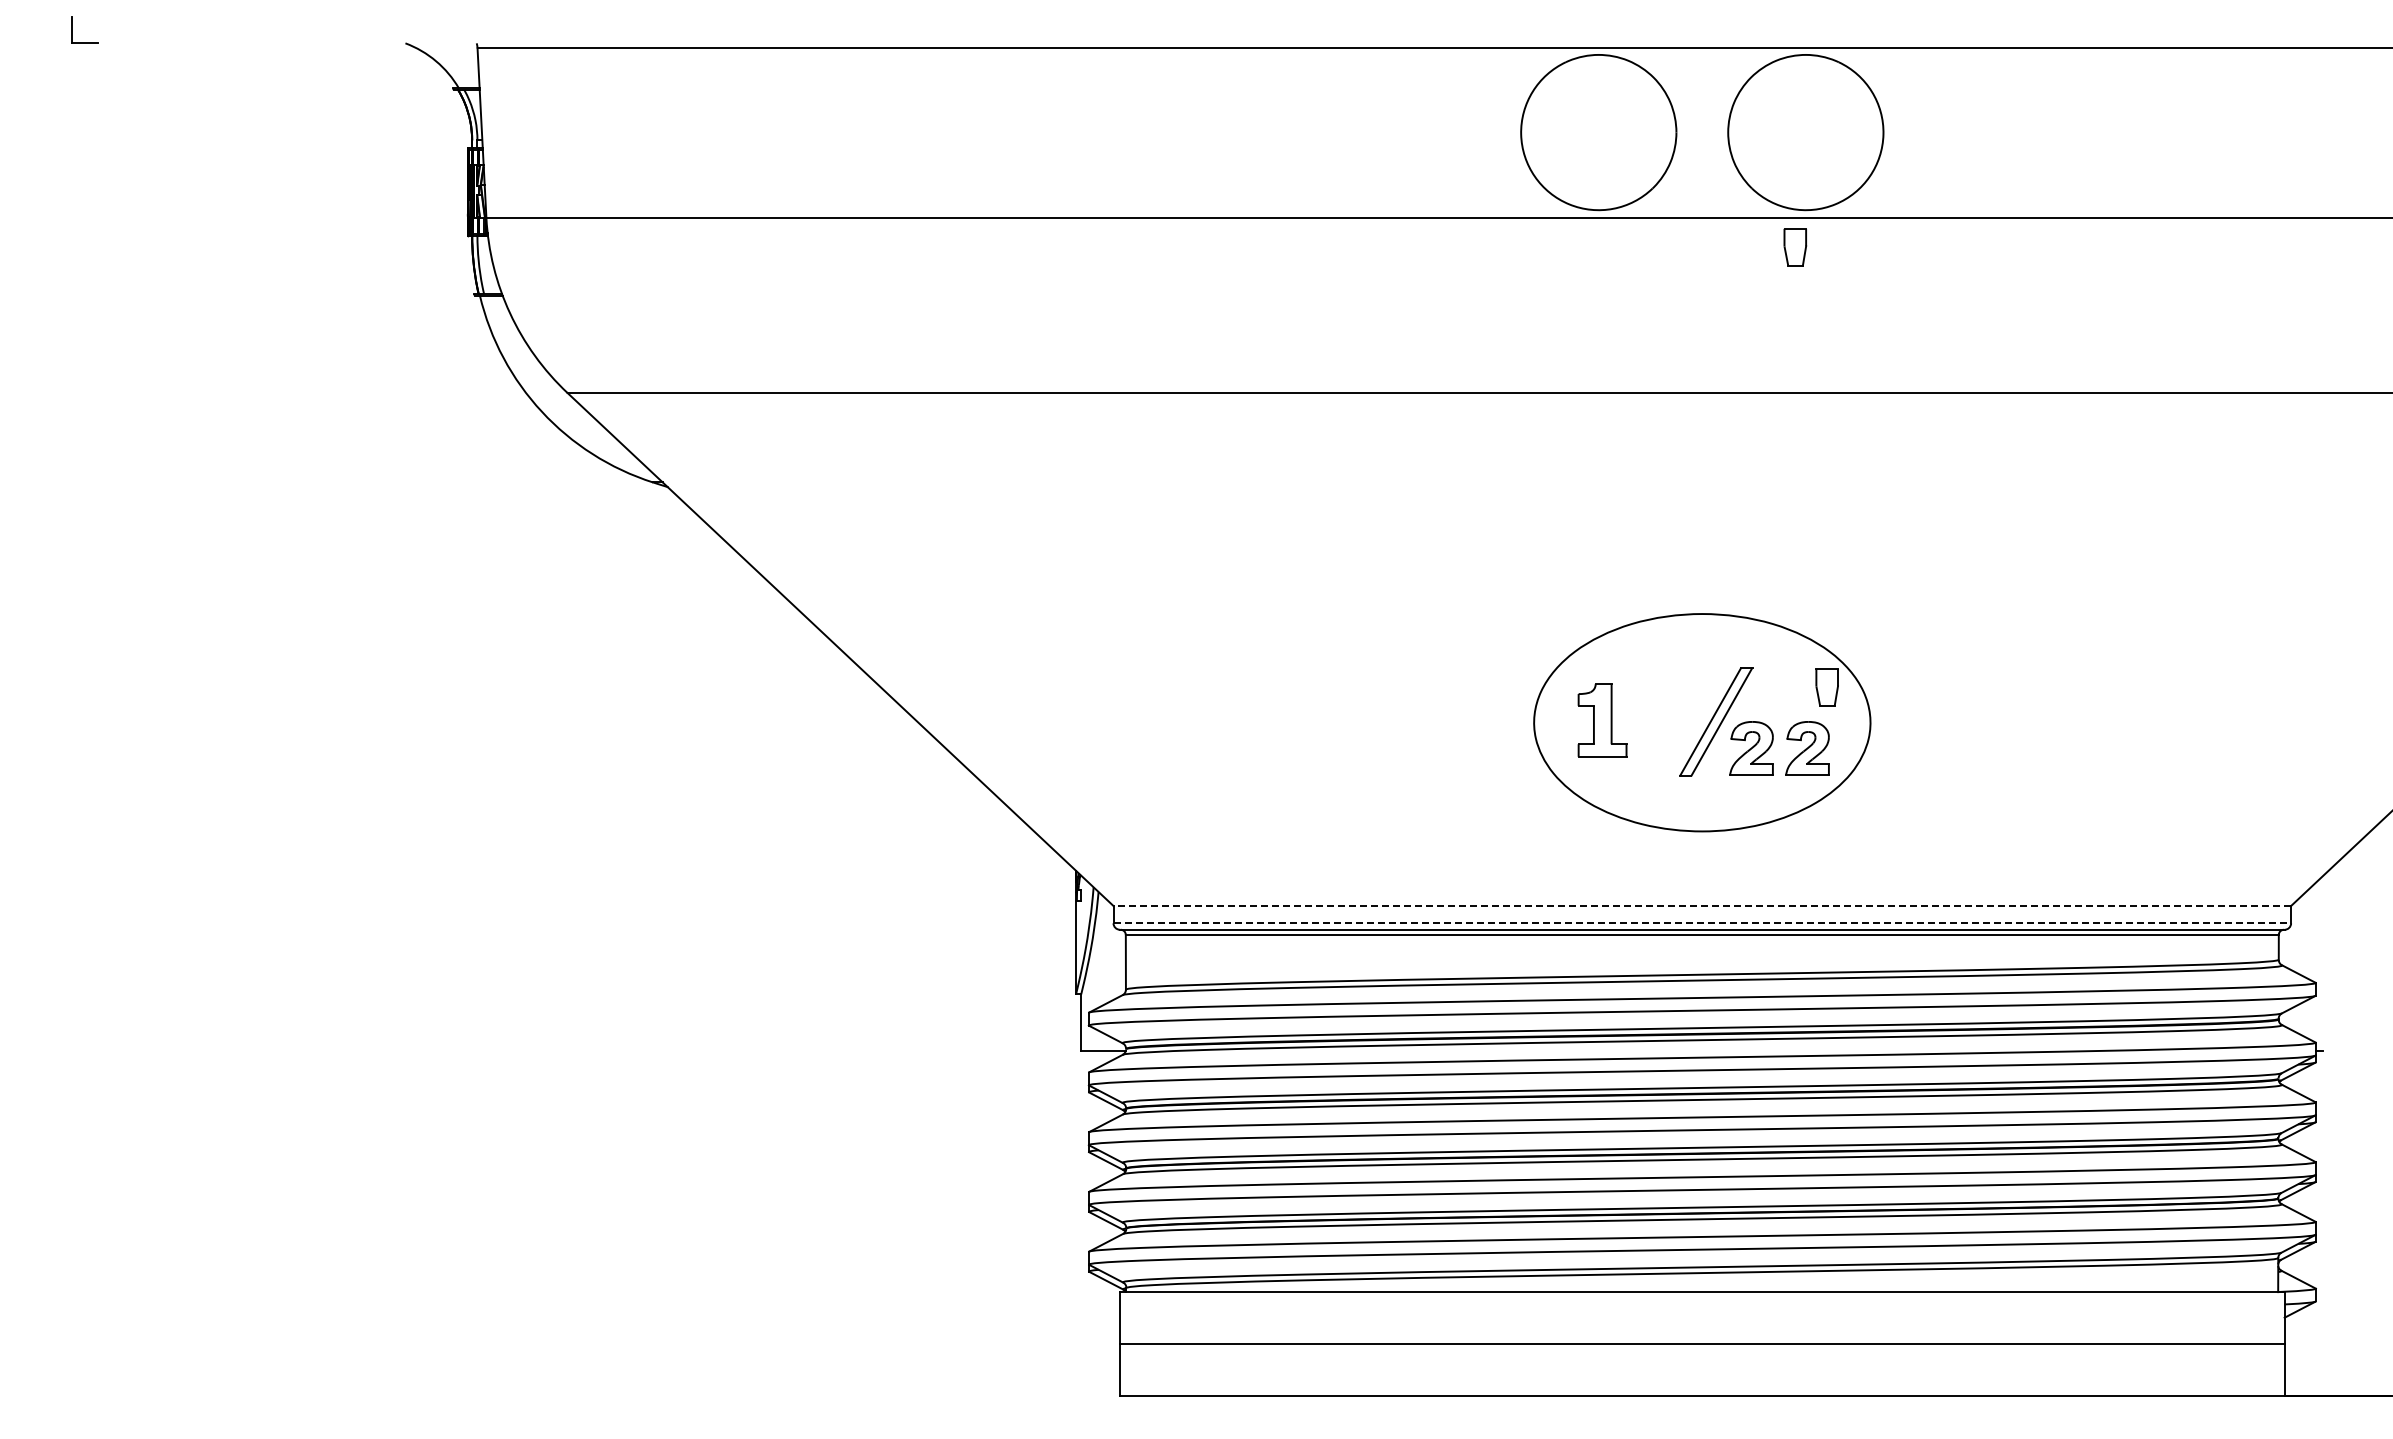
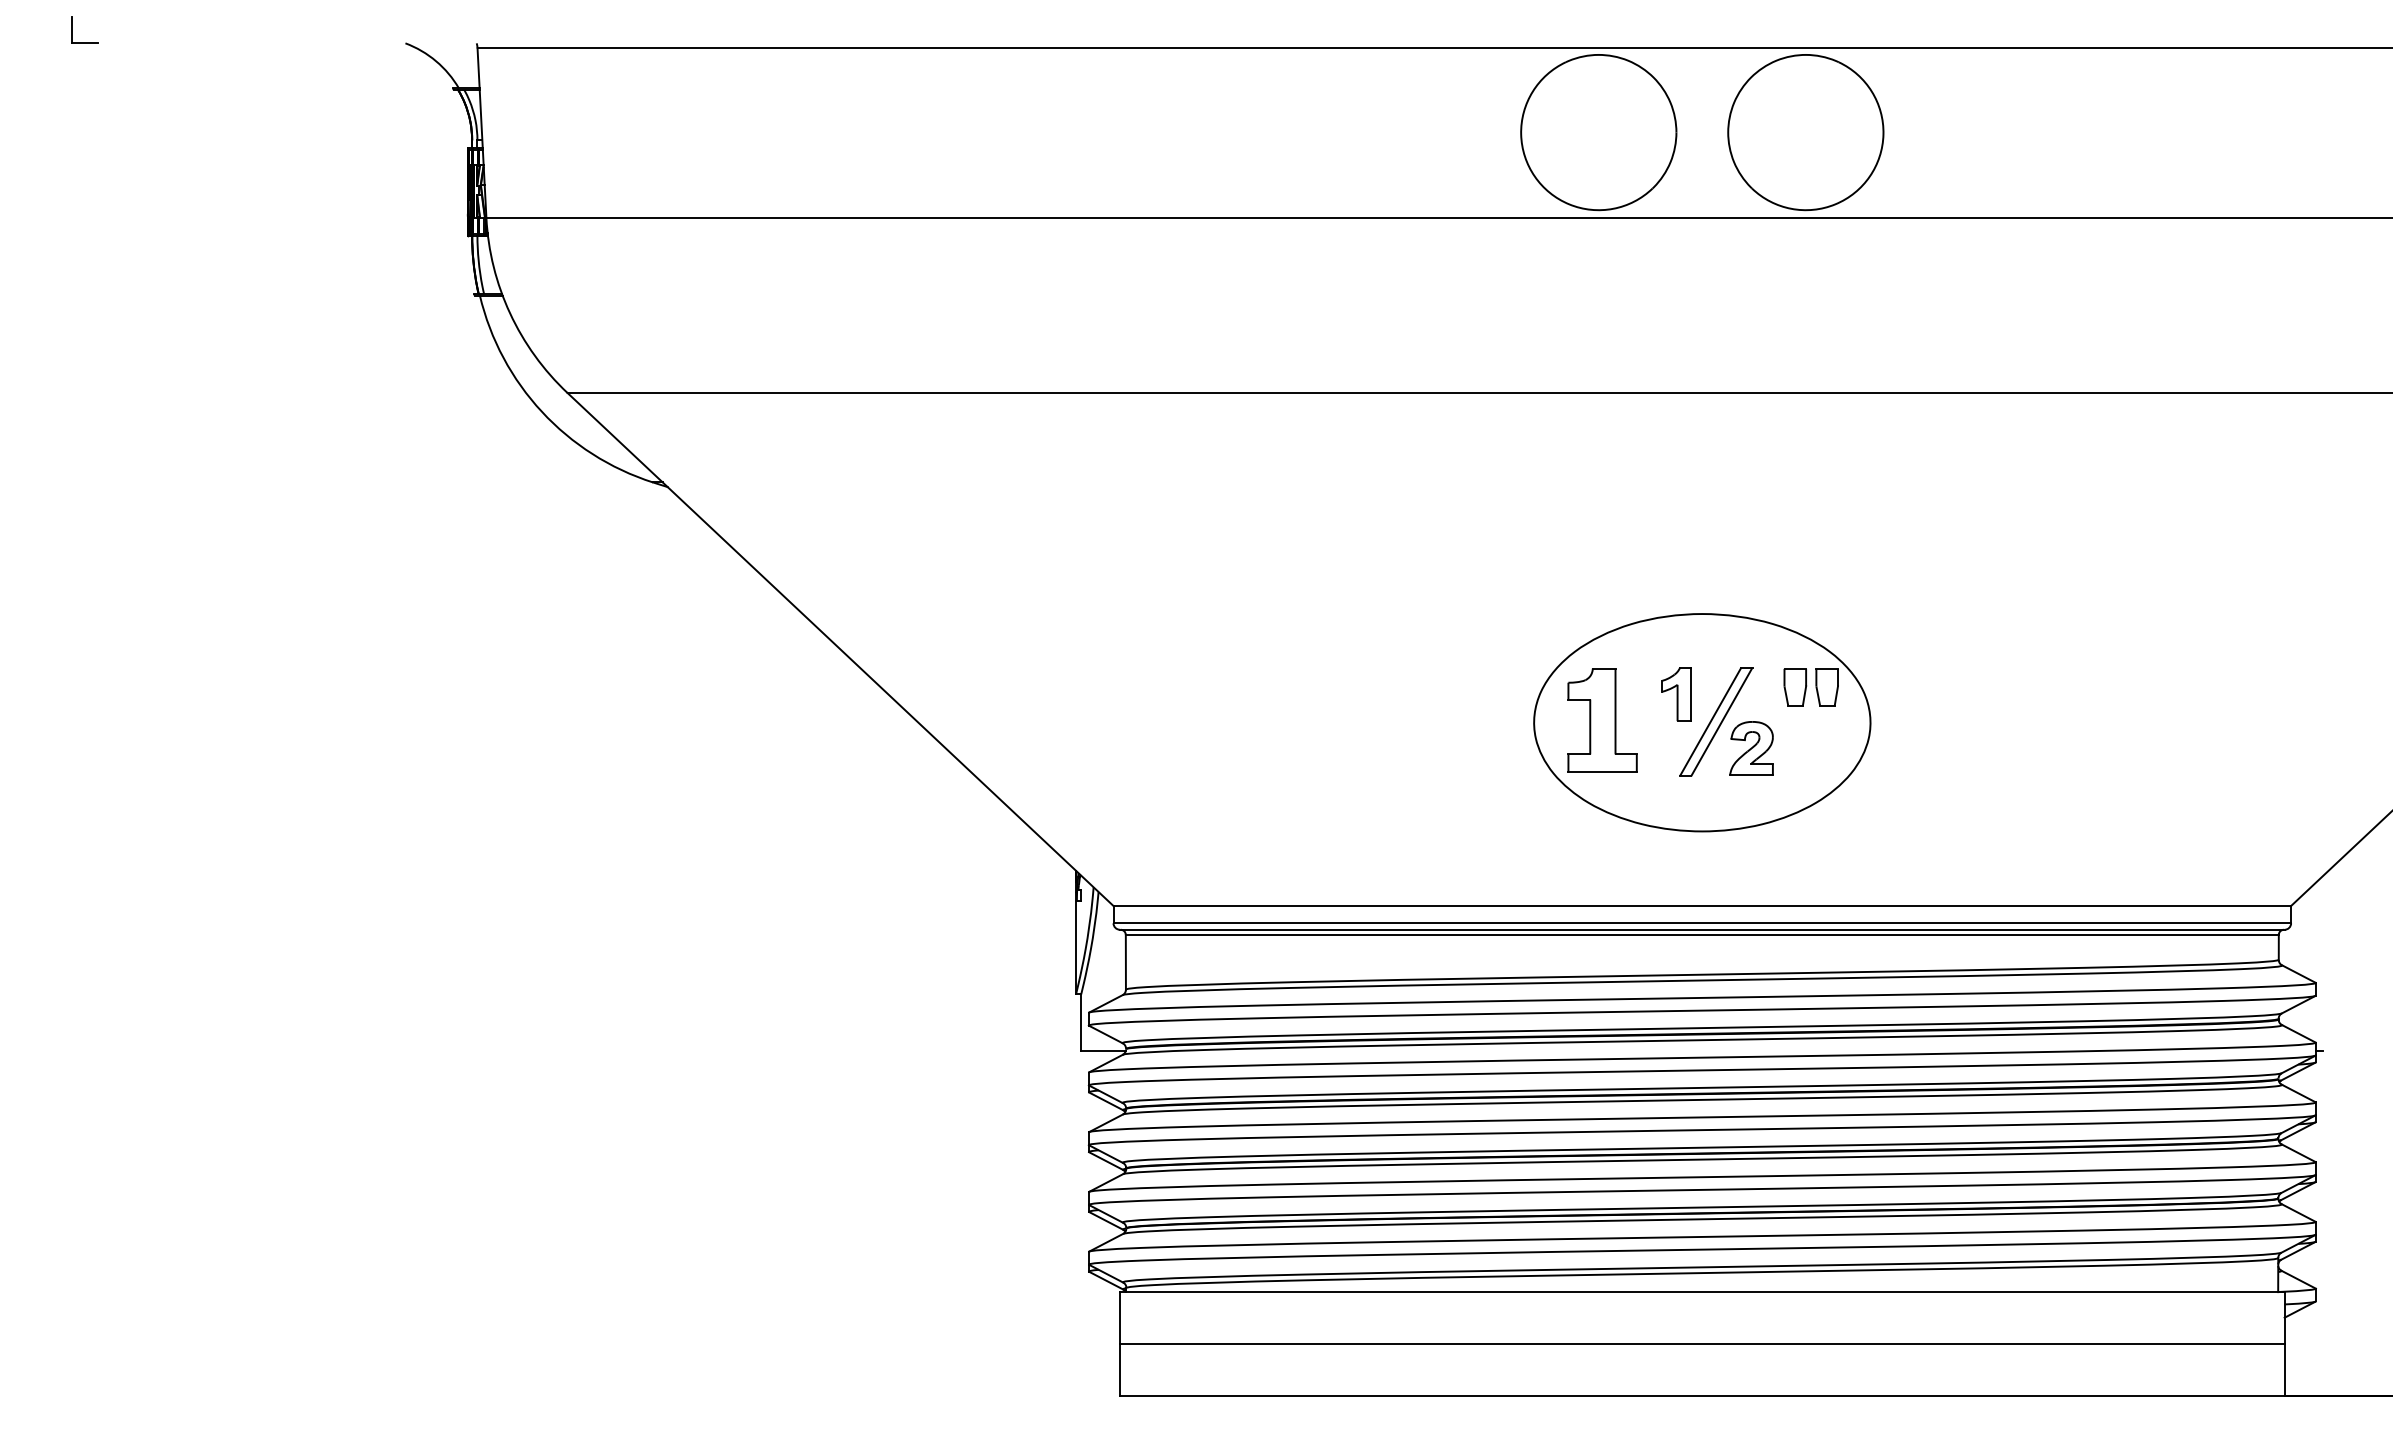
part at (1795, 247) position: (1795, 247) -> (1795, 687)
part at (1676, 694): none -> present
part at (1602, 720) size: 51x75 px -> 71x105 px
part at (1807, 748): present -> none
line at (1702, 906): dashed -> solid
line at (1702, 923): dashed -> solid
